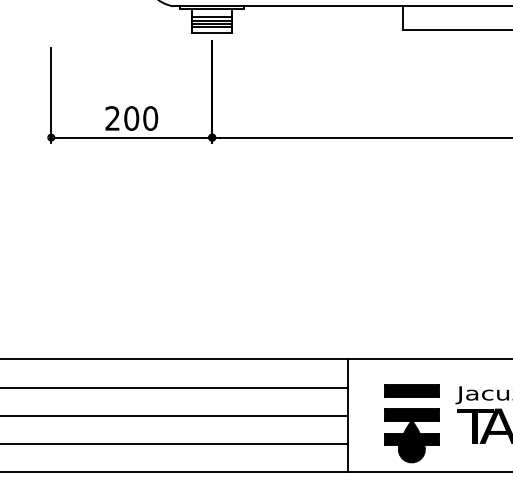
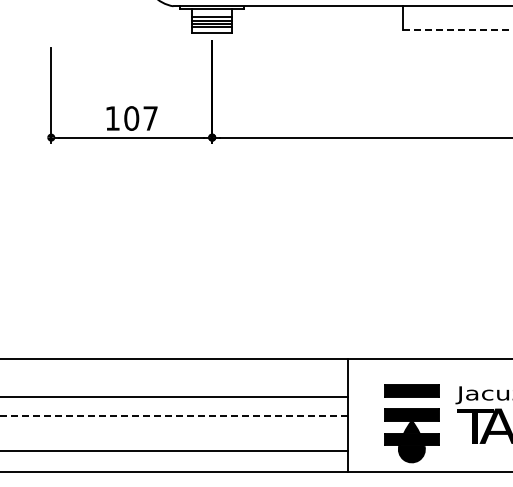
line at (457, 30): solid -> dashed
text at (131, 118): 200 -> 107
line at (174, 387) position: (174, 387) -> (174, 396)
line at (173, 415): solid -> dashed
line at (174, 443) position: (174, 443) -> (174, 450)
